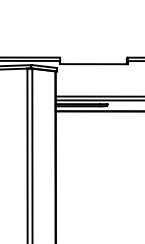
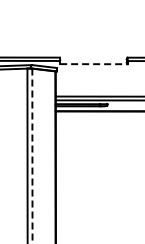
line at (93, 64): solid -> dashed
line at (32, 155): solid -> dashed
